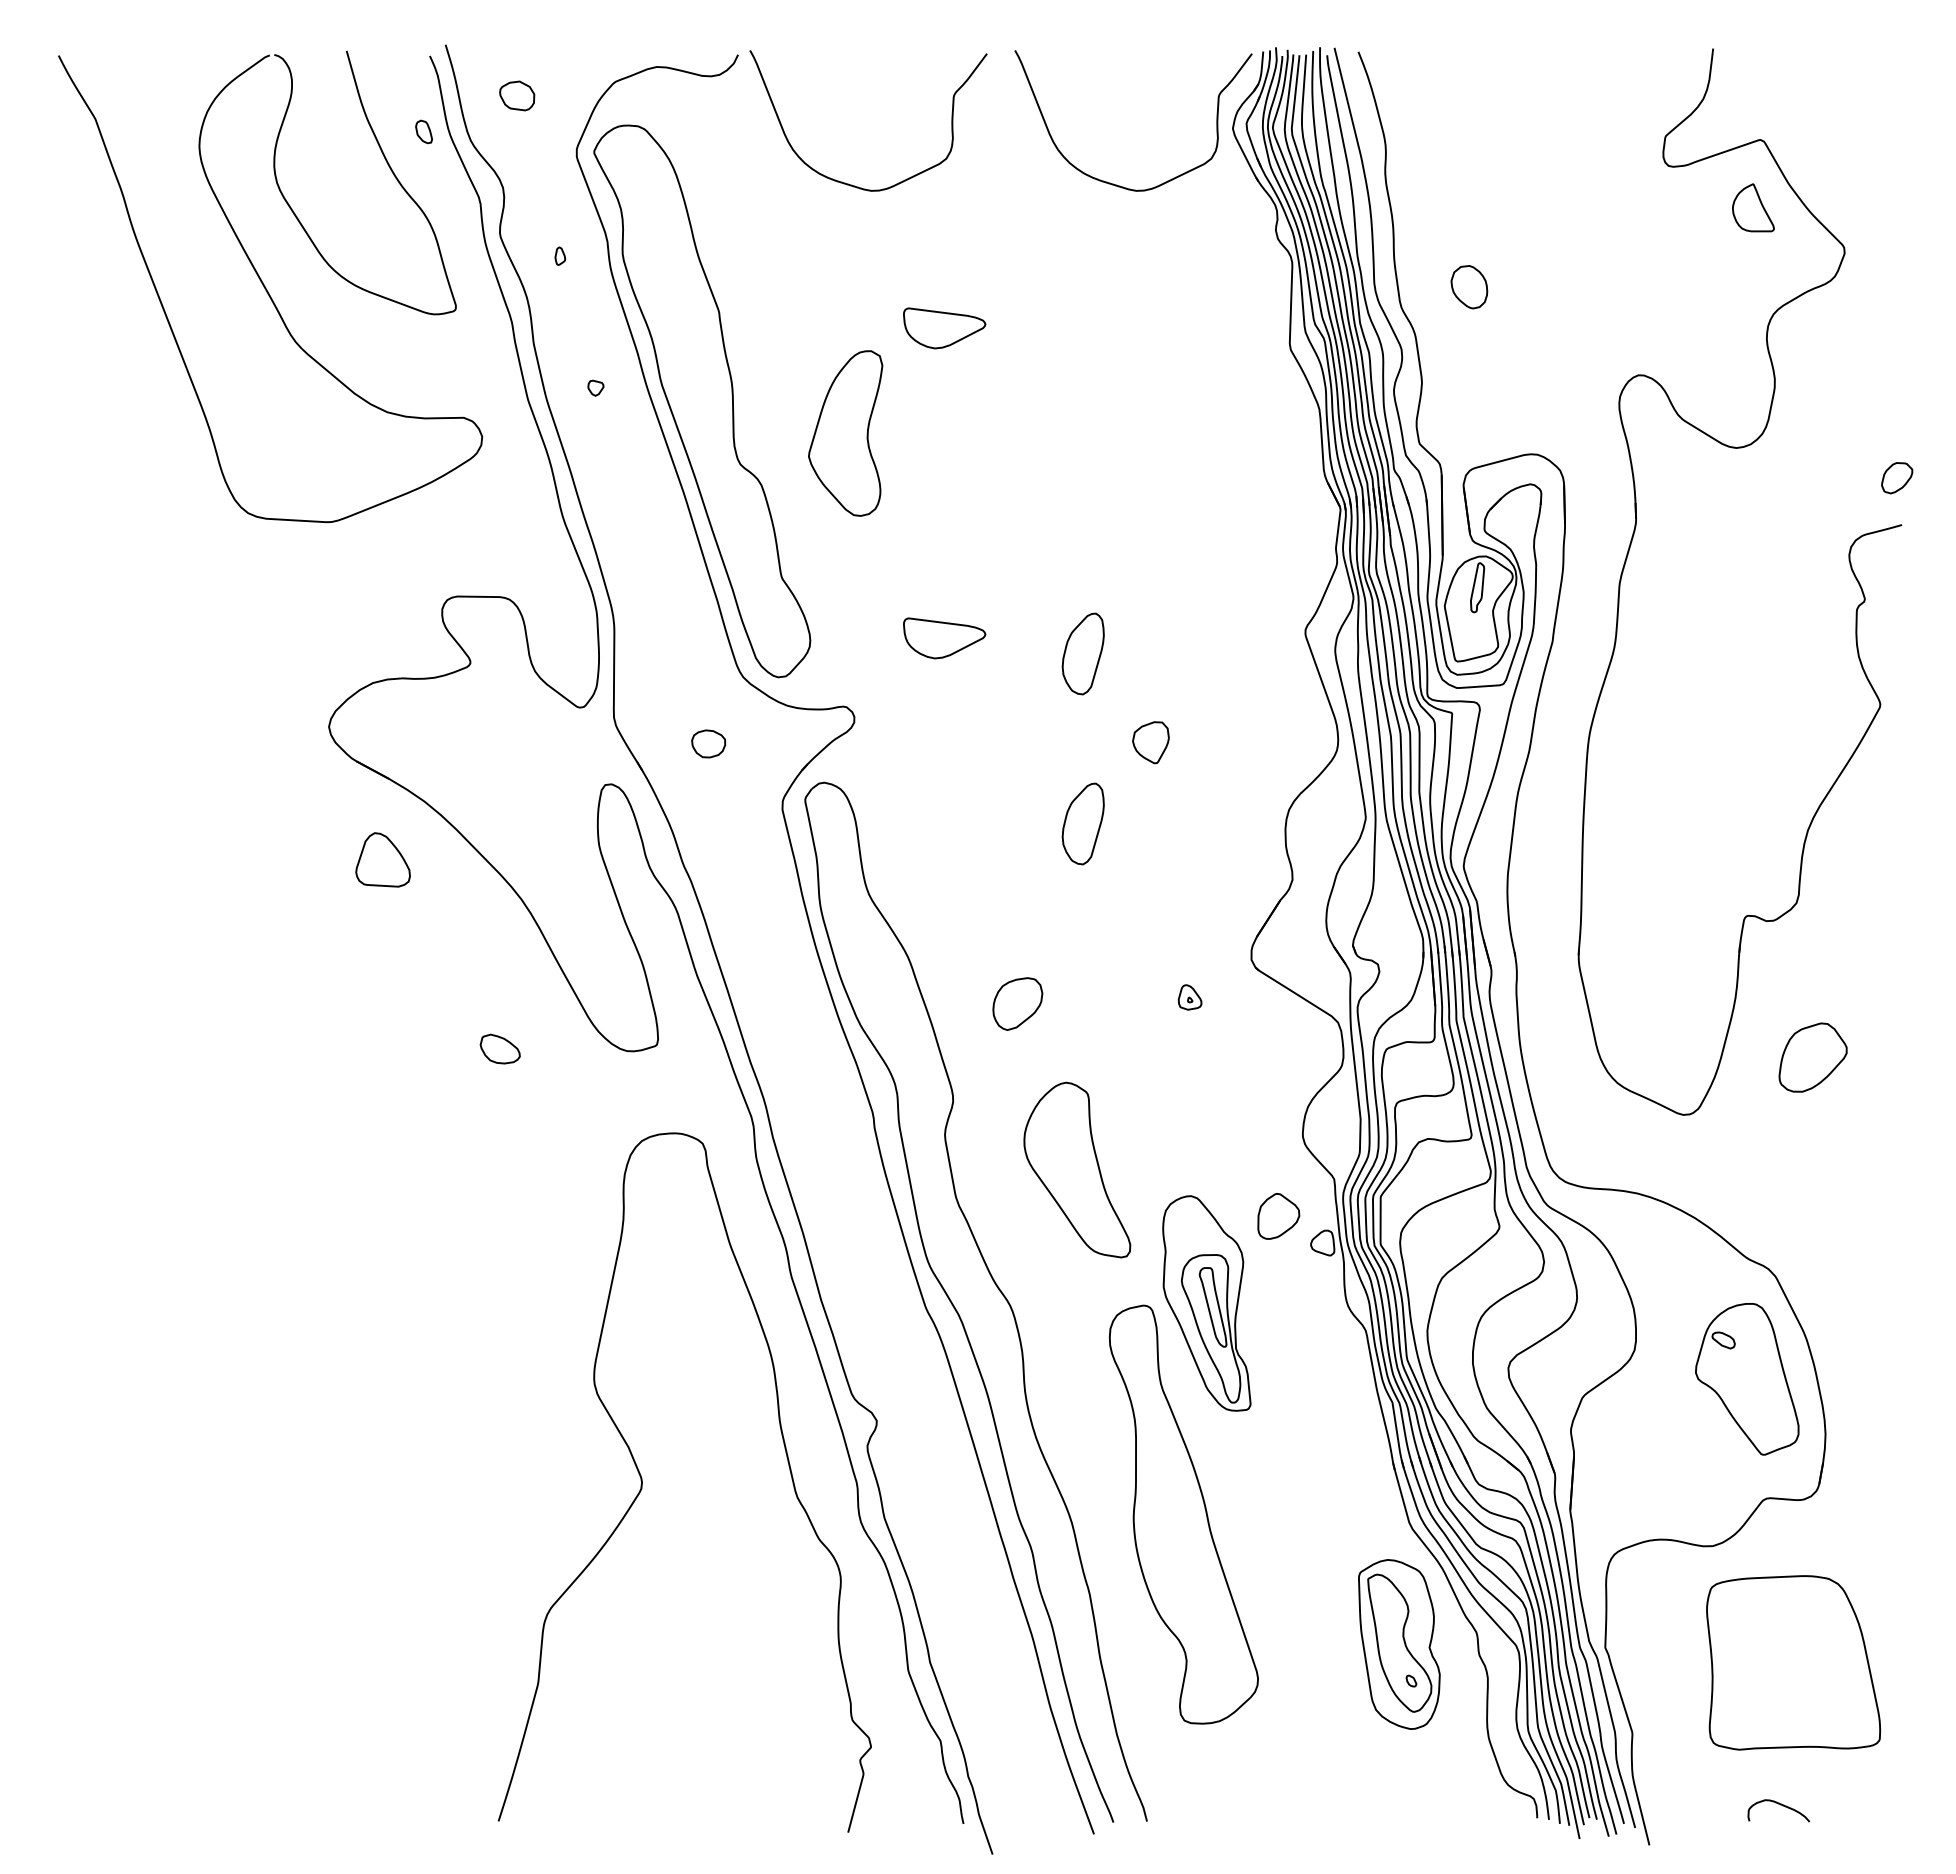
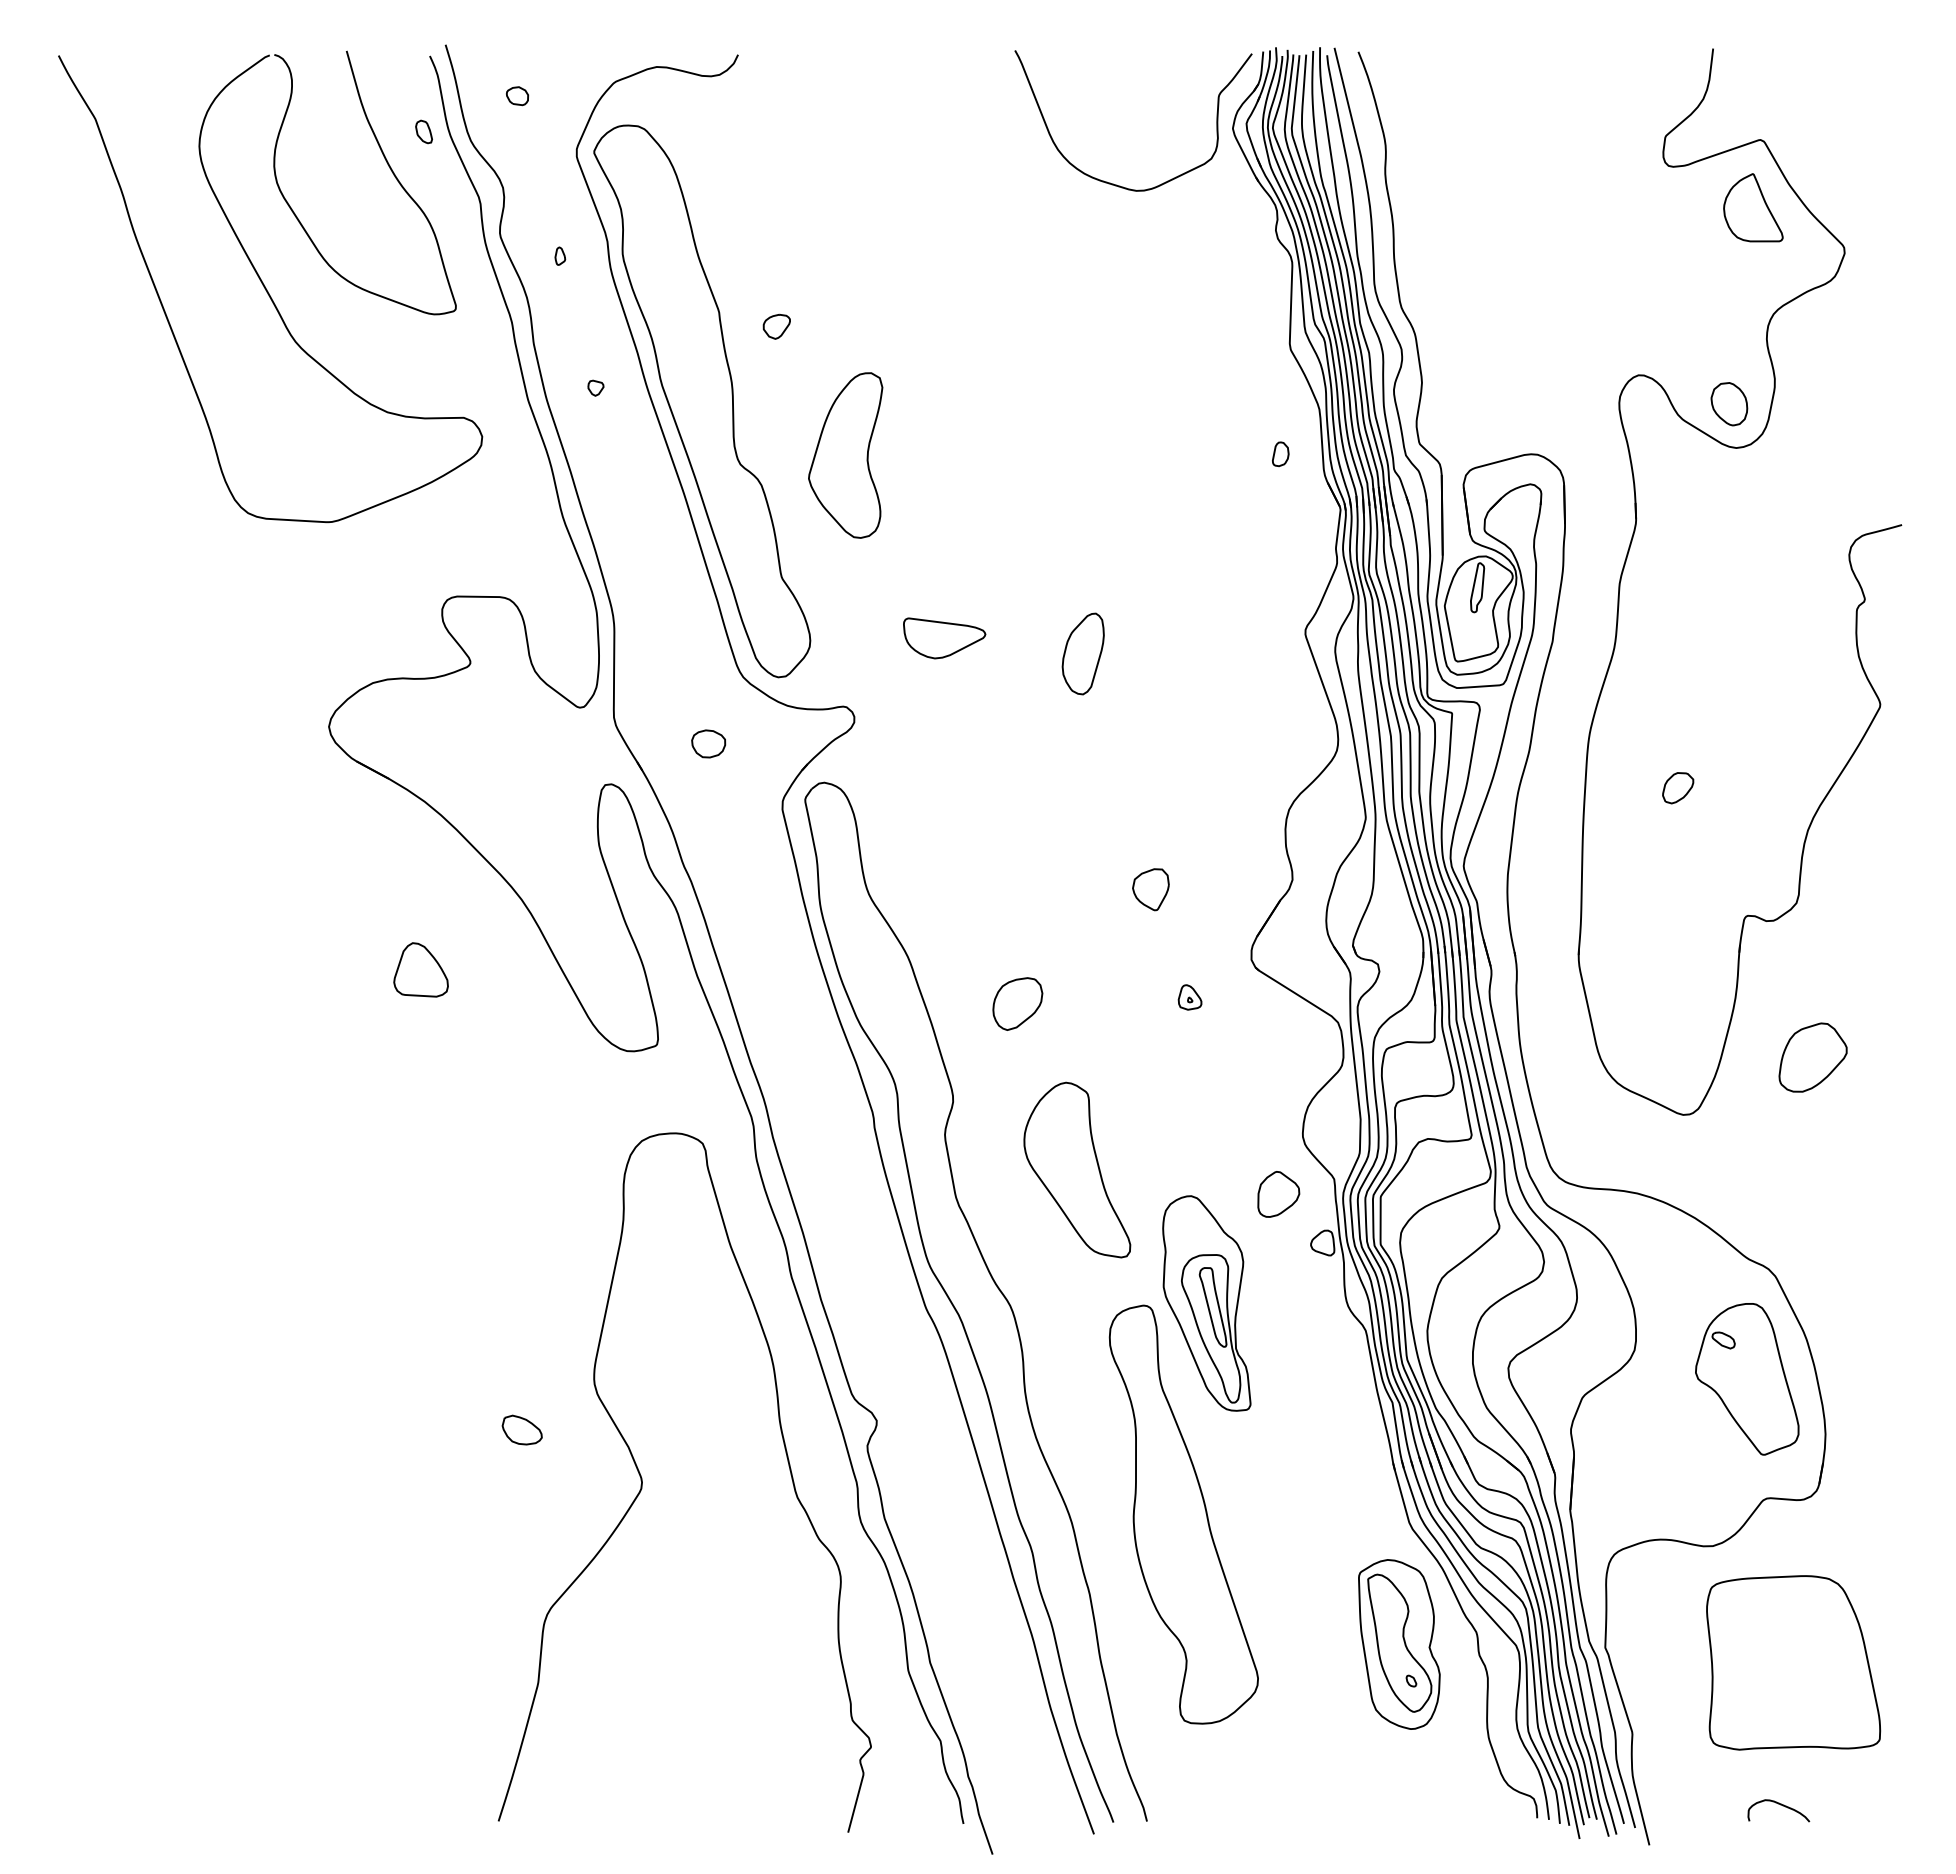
part at (517, 95) size: 37x32 px -> 24x21 px
curve at (848, 183): present -> none
part at (1753, 207) size: 43x50 px -> 61x70 px
part at (1469, 287) position: (1469, 287) -> (1729, 404)
part at (776, 326): none -> present
part at (944, 328): present -> none
part at (845, 433) position: (845, 433) -> (845, 455)
part at (1280, 453): none -> present
part at (1897, 478) position: (1897, 478) -> (1678, 788)
part at (1150, 742) position: (1150, 742) -> (1150, 889)
part at (1082, 823): present -> none
part at (382, 859) position: (382, 859) -> (420, 969)
part at (499, 1048) position: (499, 1048) -> (521, 1429)
part at (1278, 1216) position: (1278, 1216) -> (1278, 1194)
